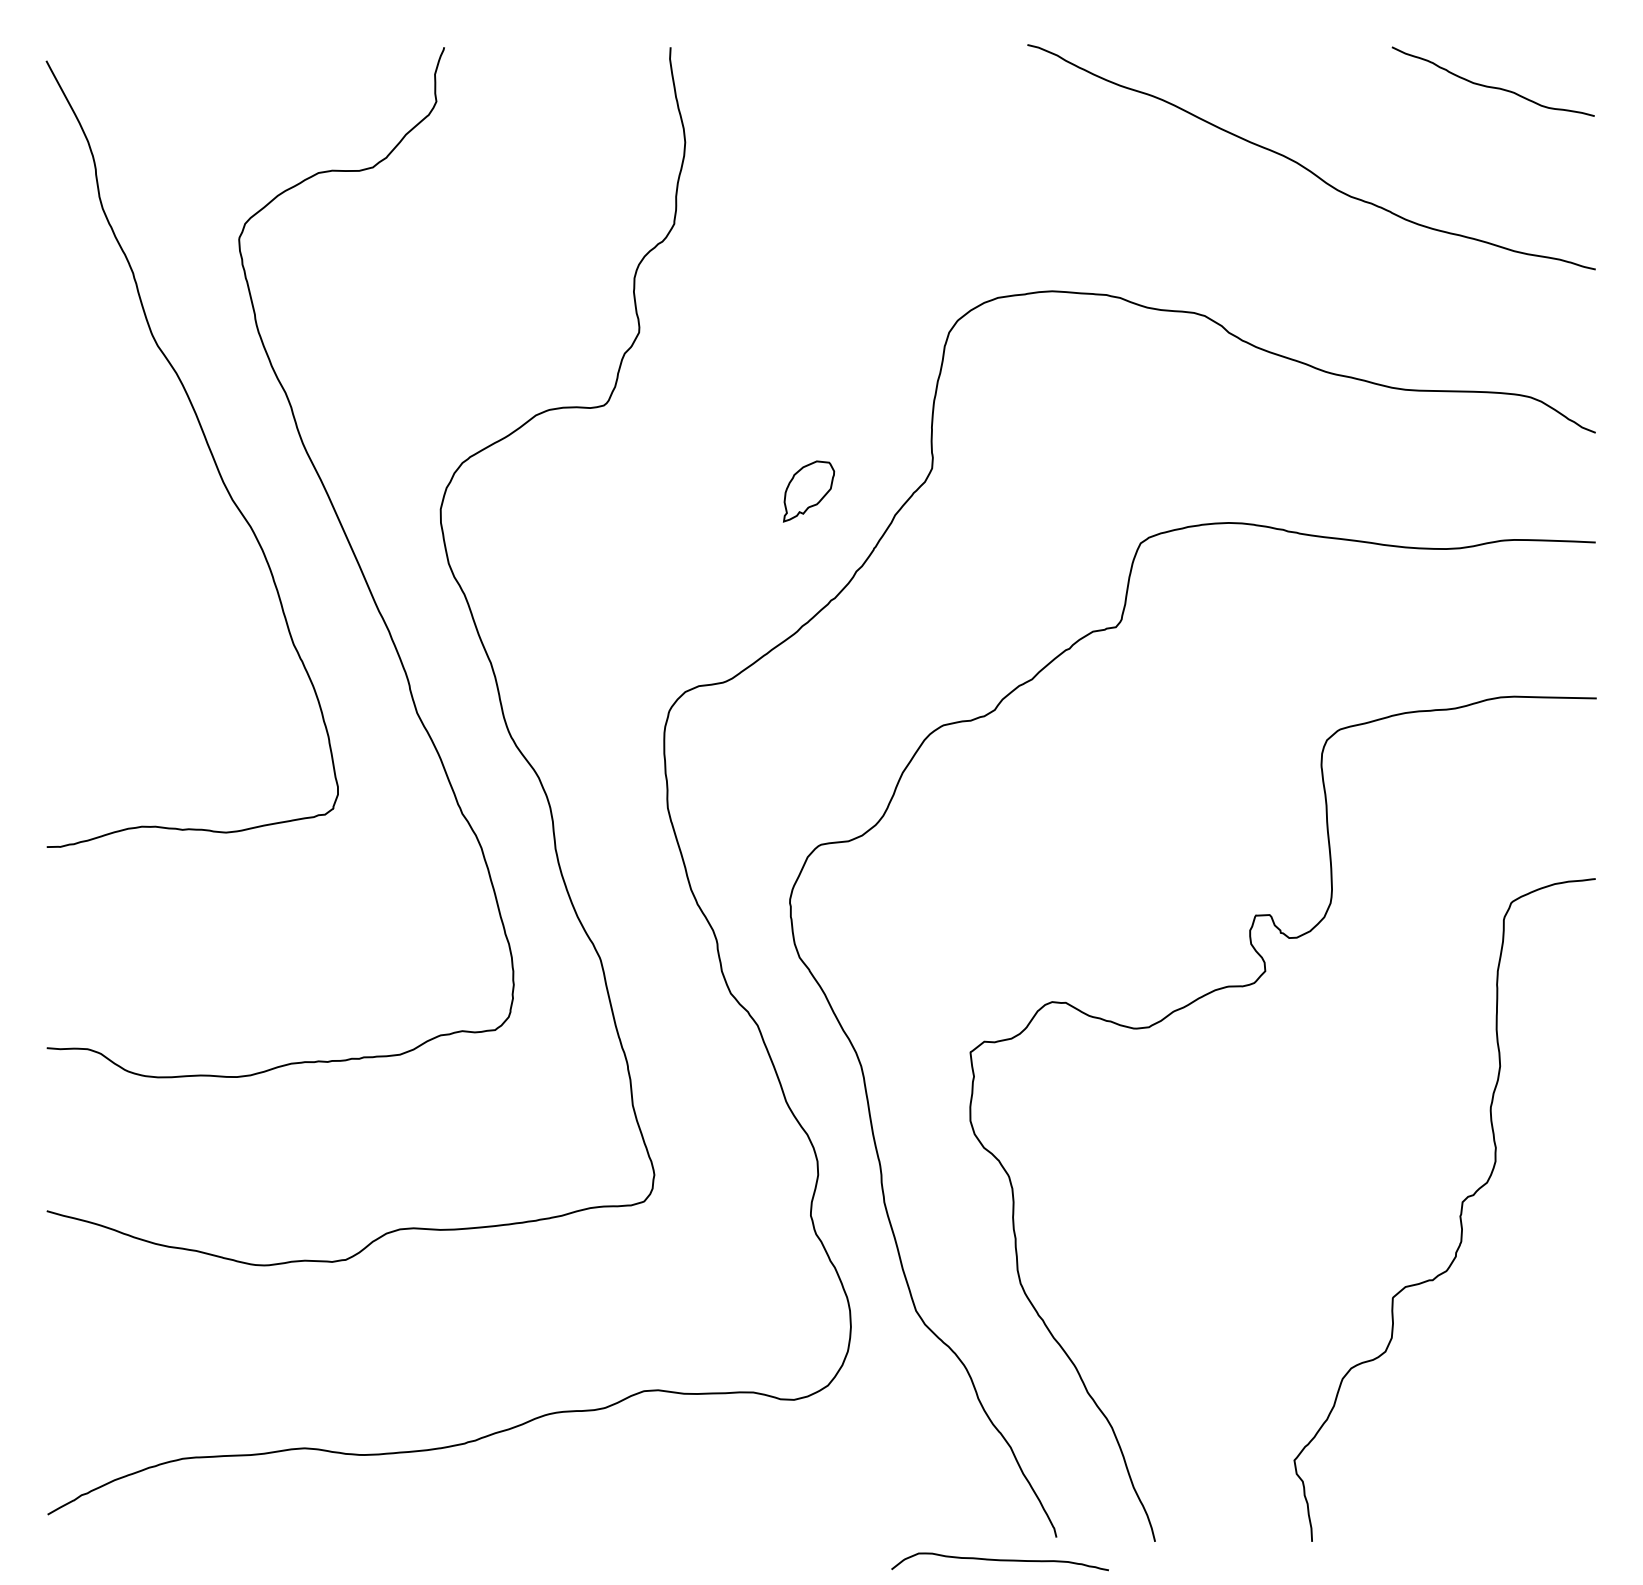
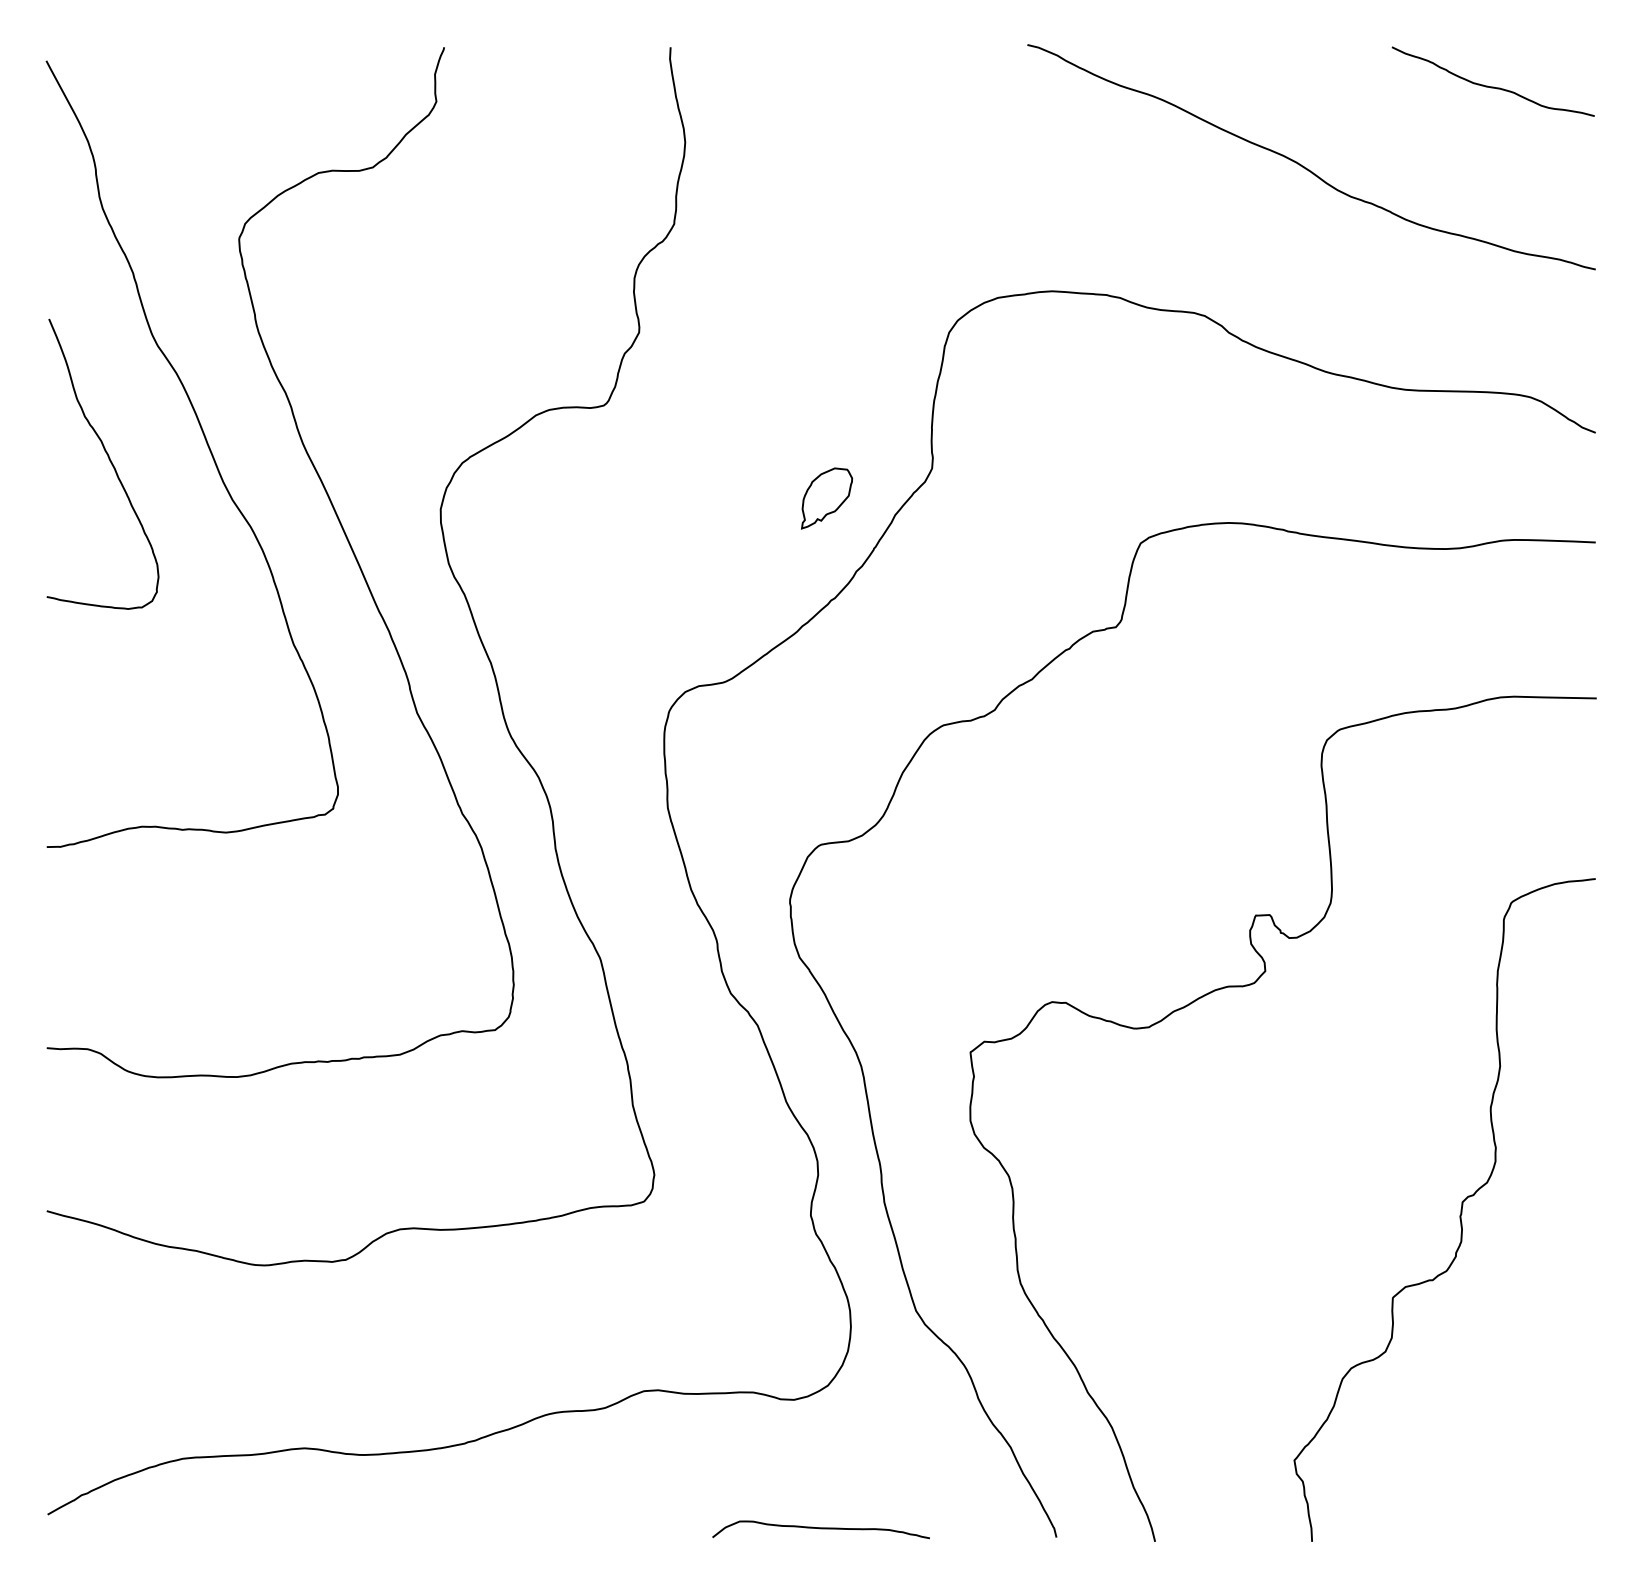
curve at (108, 459): none -> present
part at (809, 491) position: (809, 491) -> (827, 498)
curve at (999, 1561) position: (999, 1561) -> (820, 1529)
